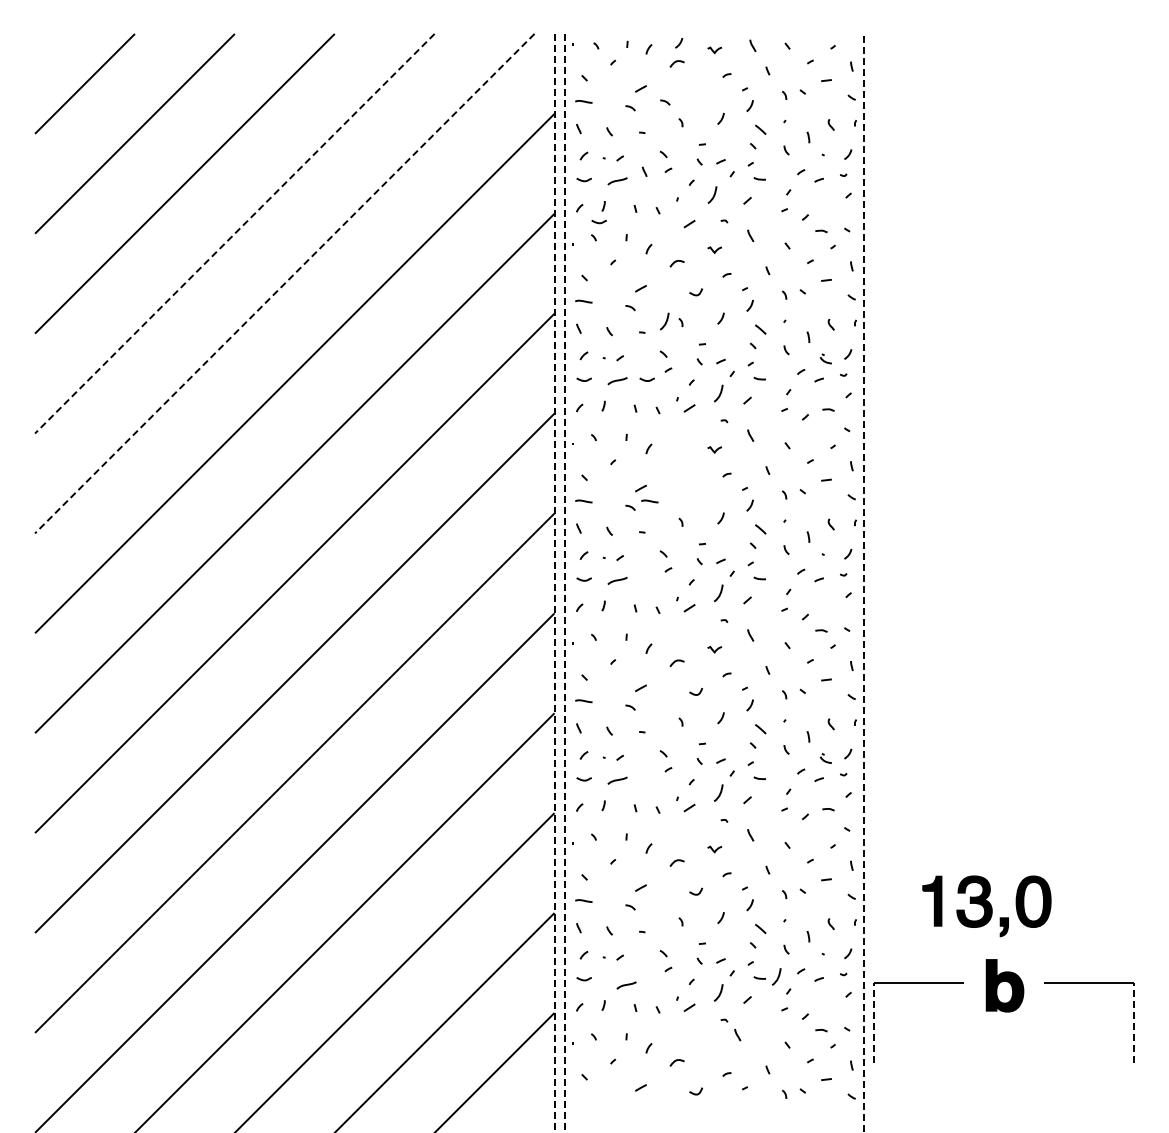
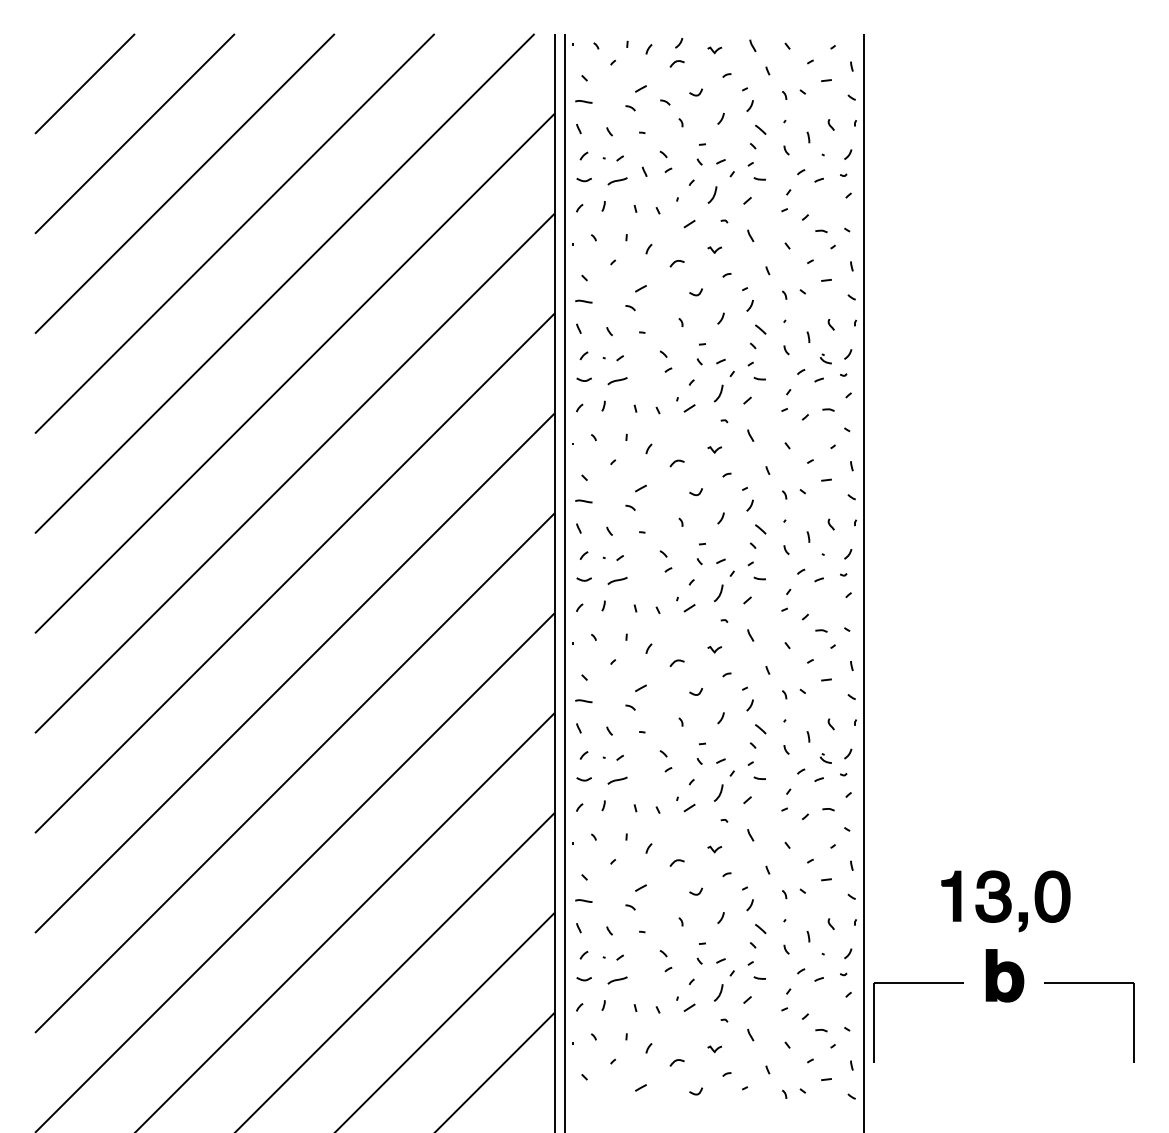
curve at (695, 94): none -> present
curve at (598, 222): present -> none
line at (234, 233): dashed -> solid
line at (284, 284): dashed -> solid
curve at (665, 321): present -> none
curve at (645, 379): present -> none
curve at (676, 462): none -> present
curve at (695, 494): none -> present
line at (649, 501): present -> none
line at (864, 582): dashed -> solid
line at (554, 583): dashed -> solid
line at (564, 583): dashed -> solid
part at (986, 906) position: (986, 906) -> (1005, 901)
curve at (777, 976): present -> none
curve at (626, 985) position: (626, 985) -> (617, 980)
part at (1004, 985) position: (1004, 985) -> (1004, 975)
line at (874, 1022): dashed -> solid
line at (1133, 1022): dashed -> solid
curve at (737, 1034) position: (737, 1034) -> (750, 1034)
curve at (713, 1049): none -> present
